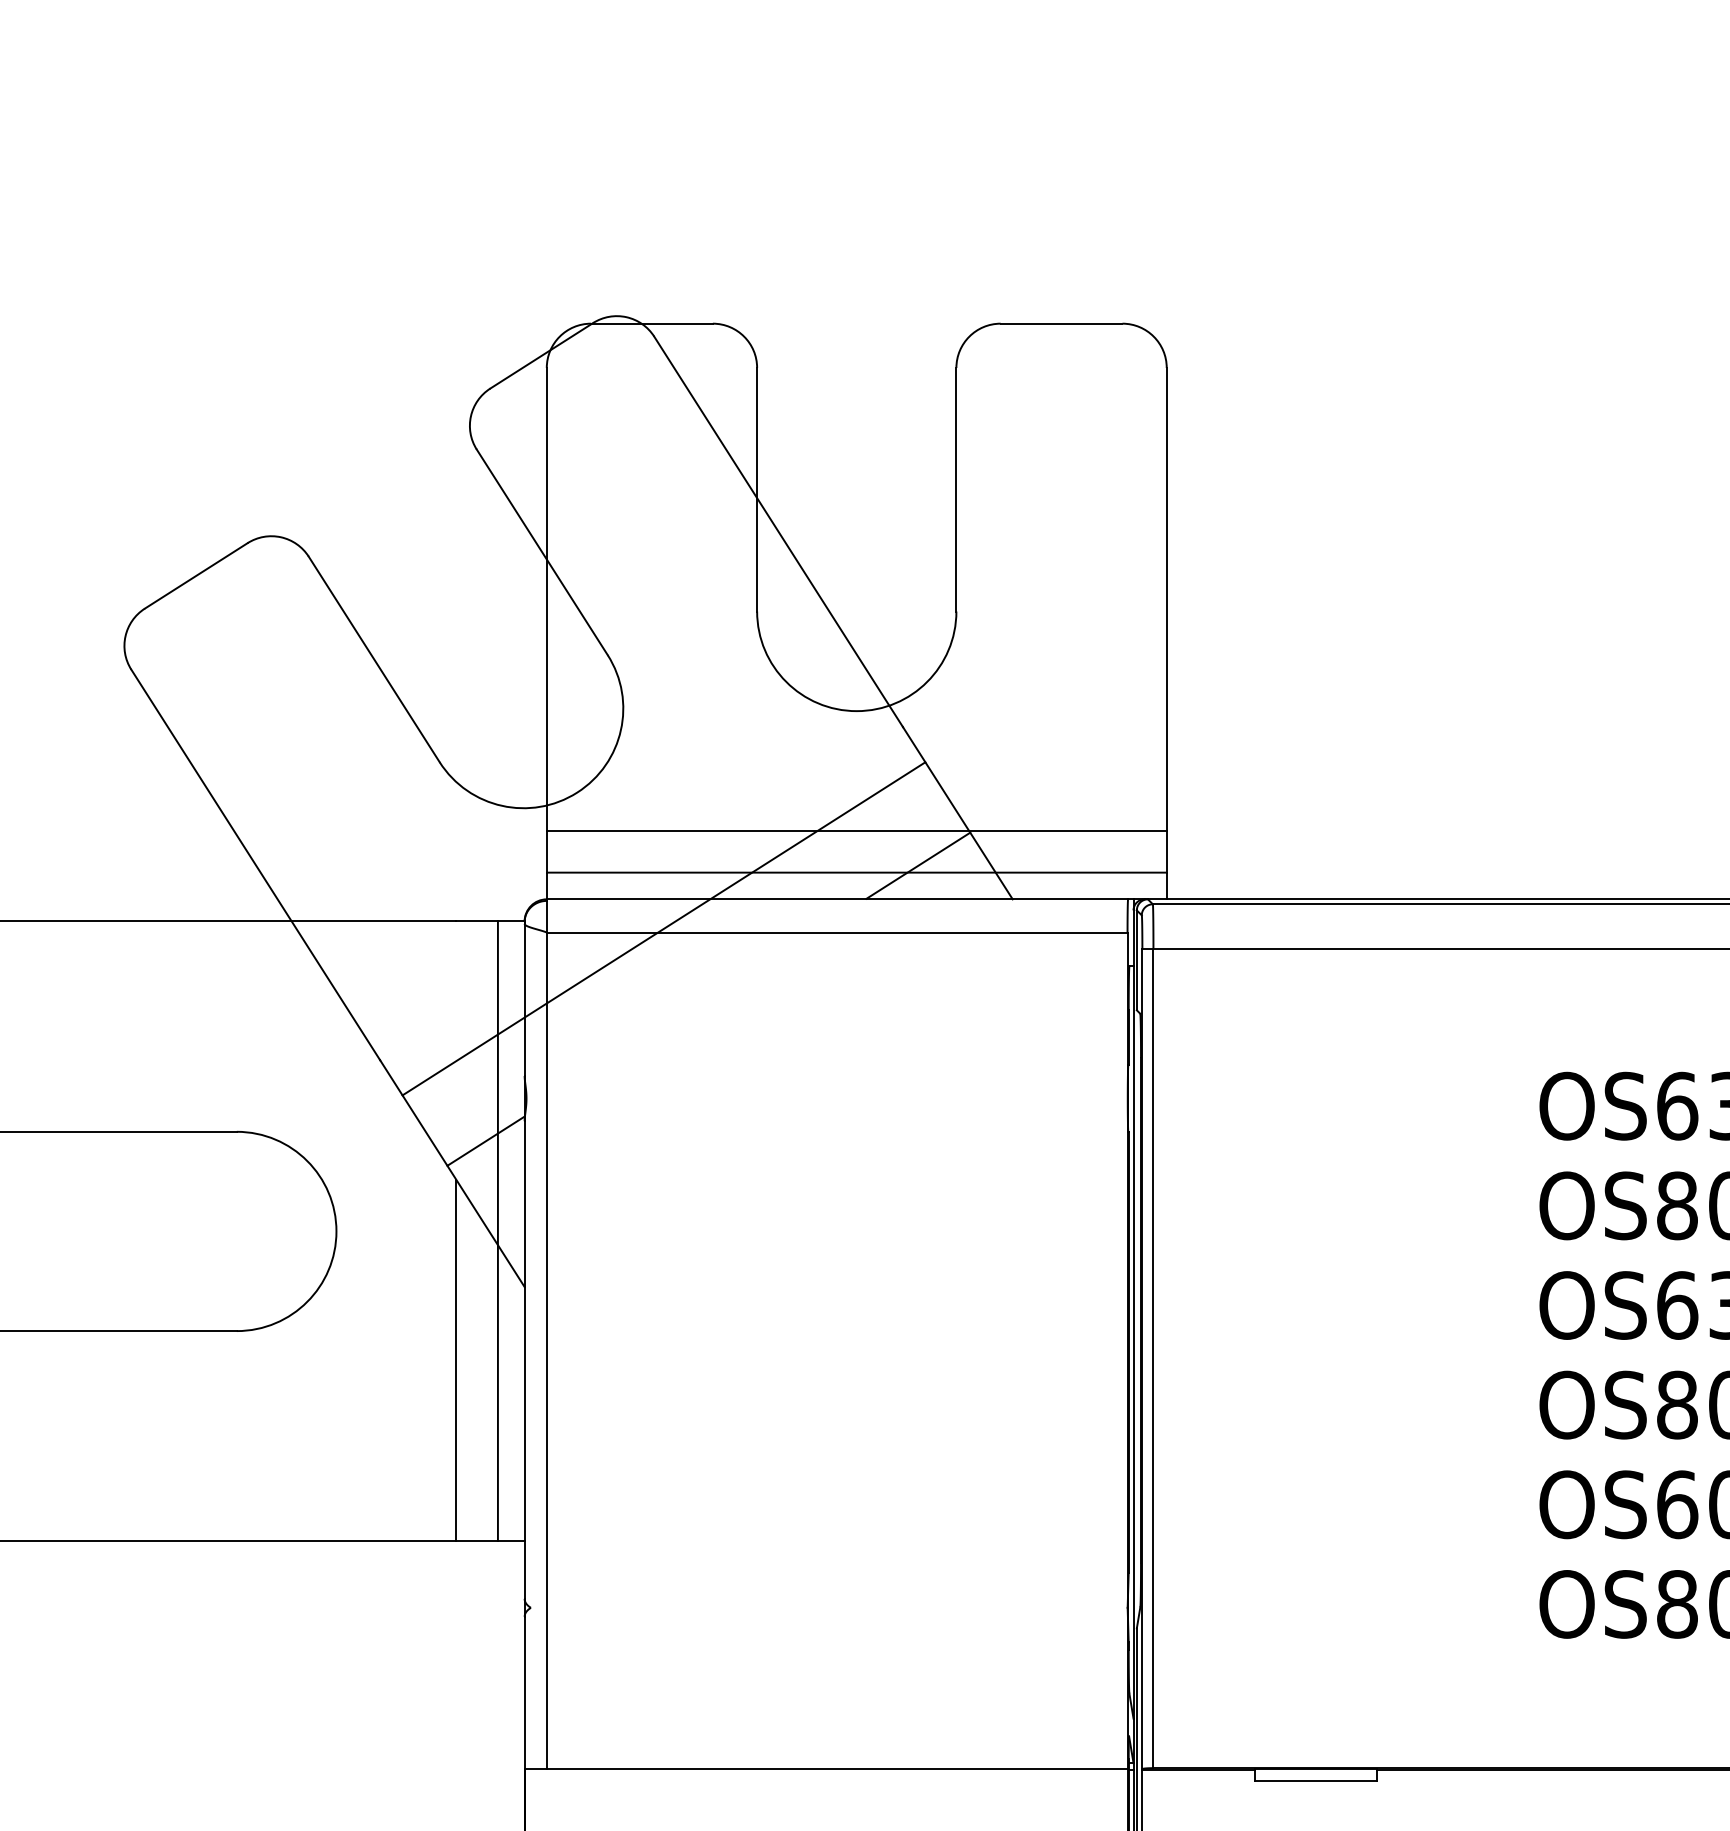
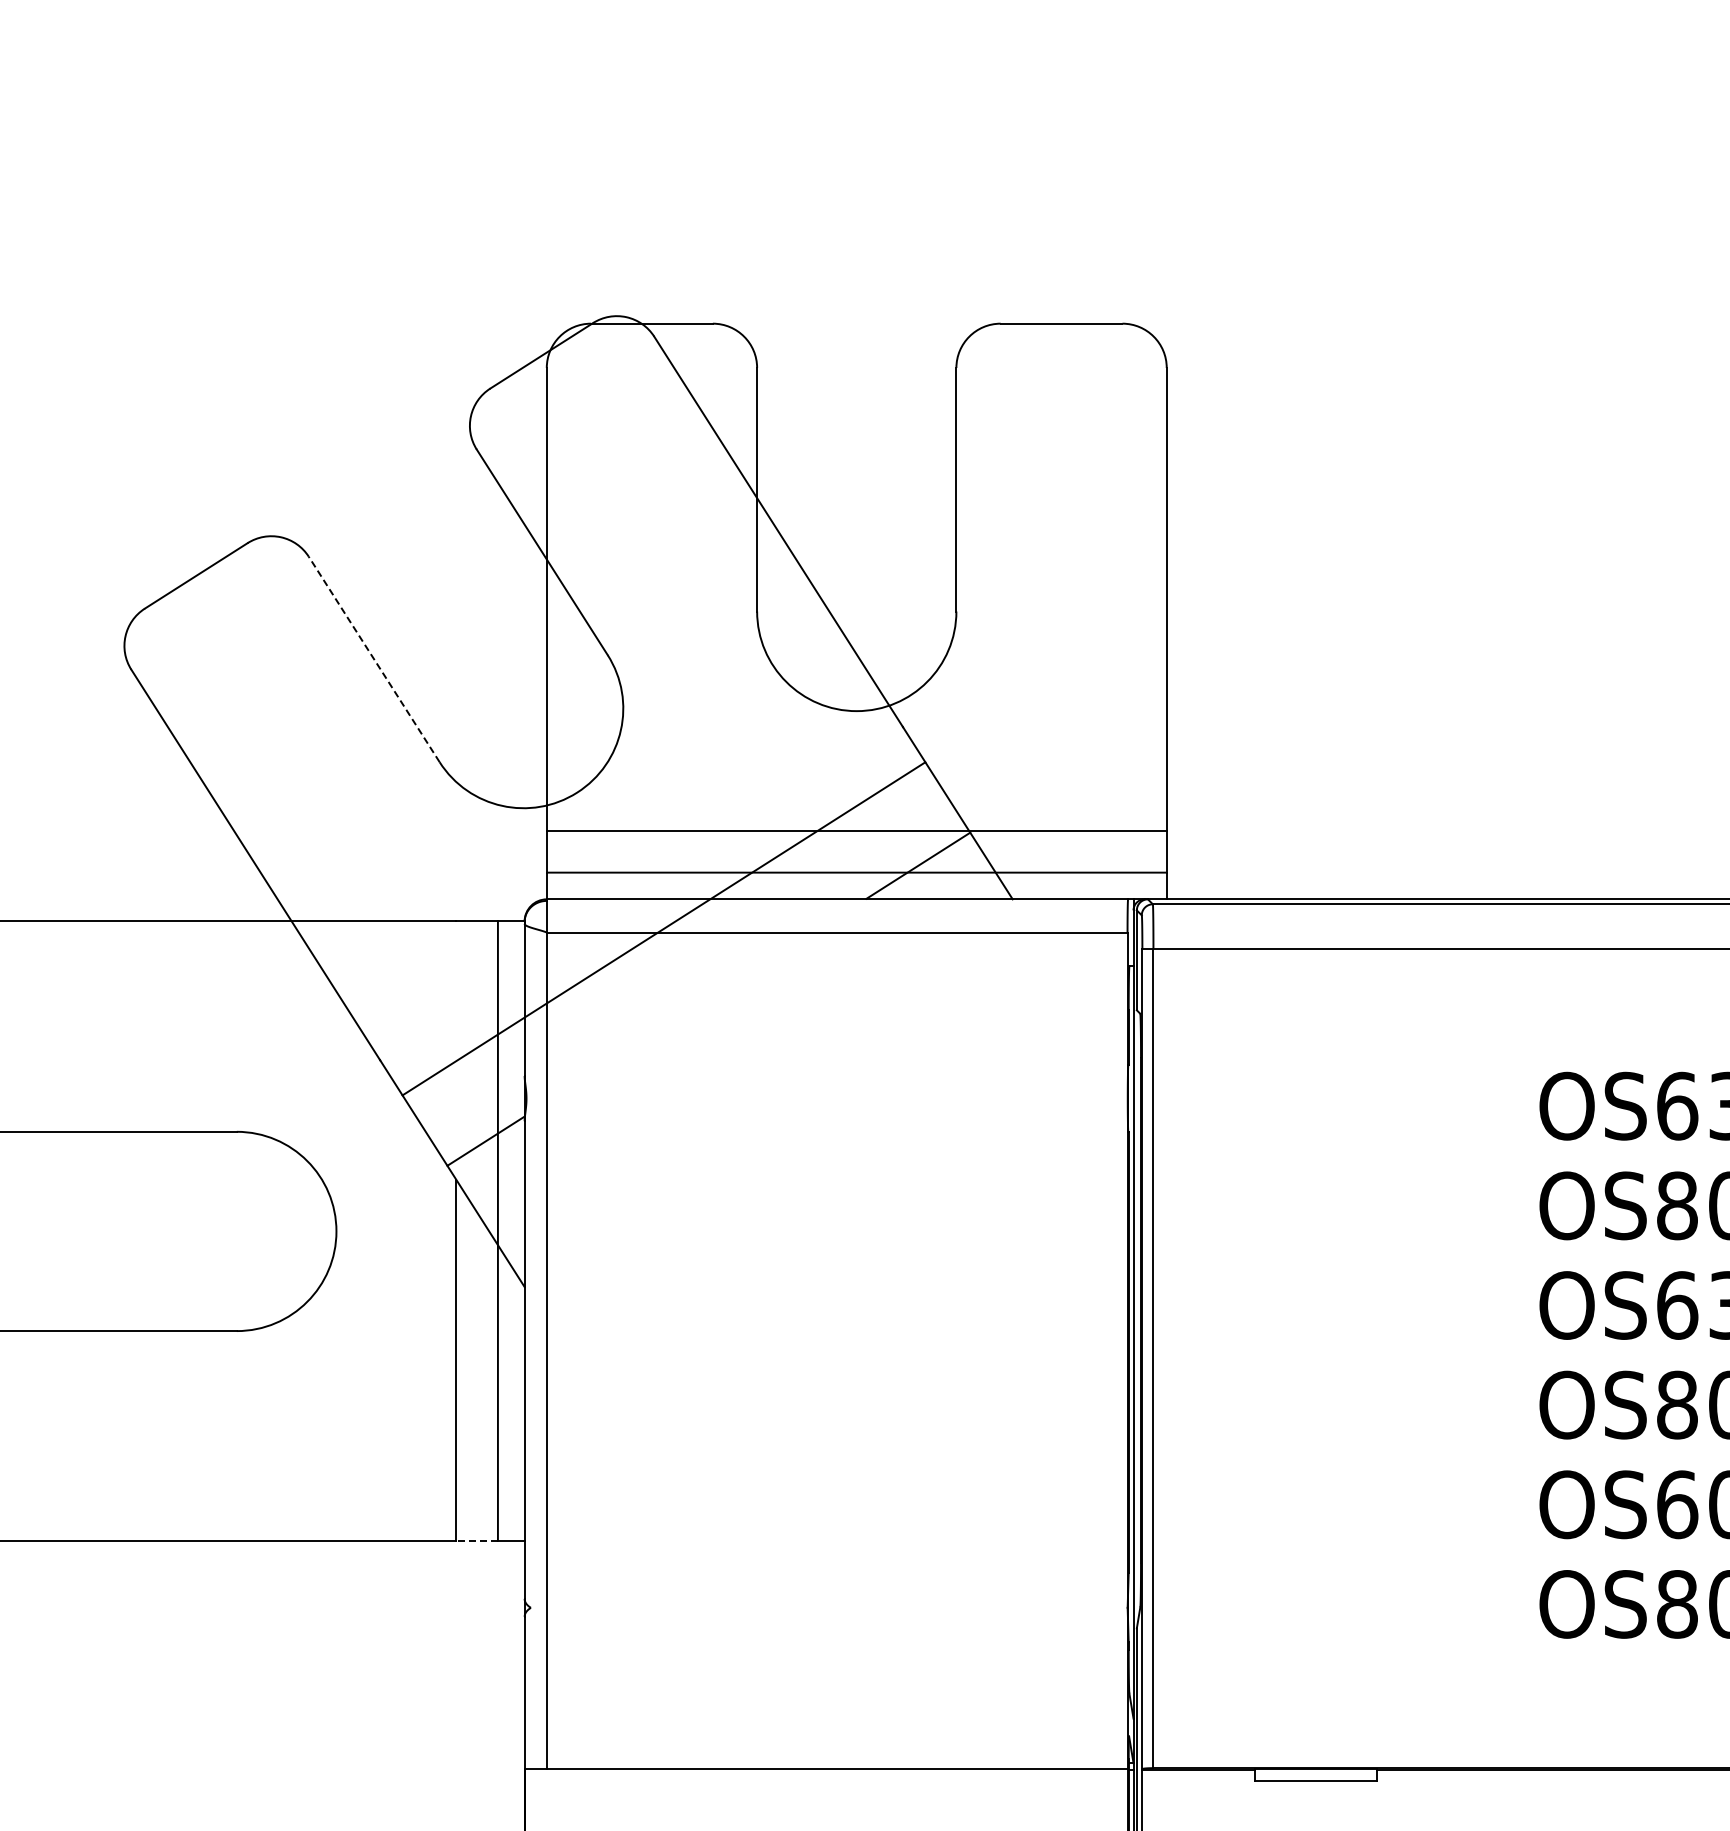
line at (374, 659): solid -> dashed
line at (477, 1541): solid -> dashed
